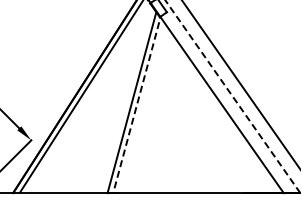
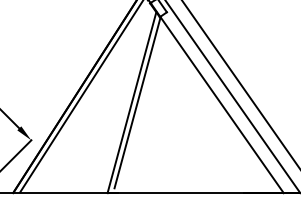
line at (232, 96): dashed -> solid
line at (137, 102): dashed -> solid
